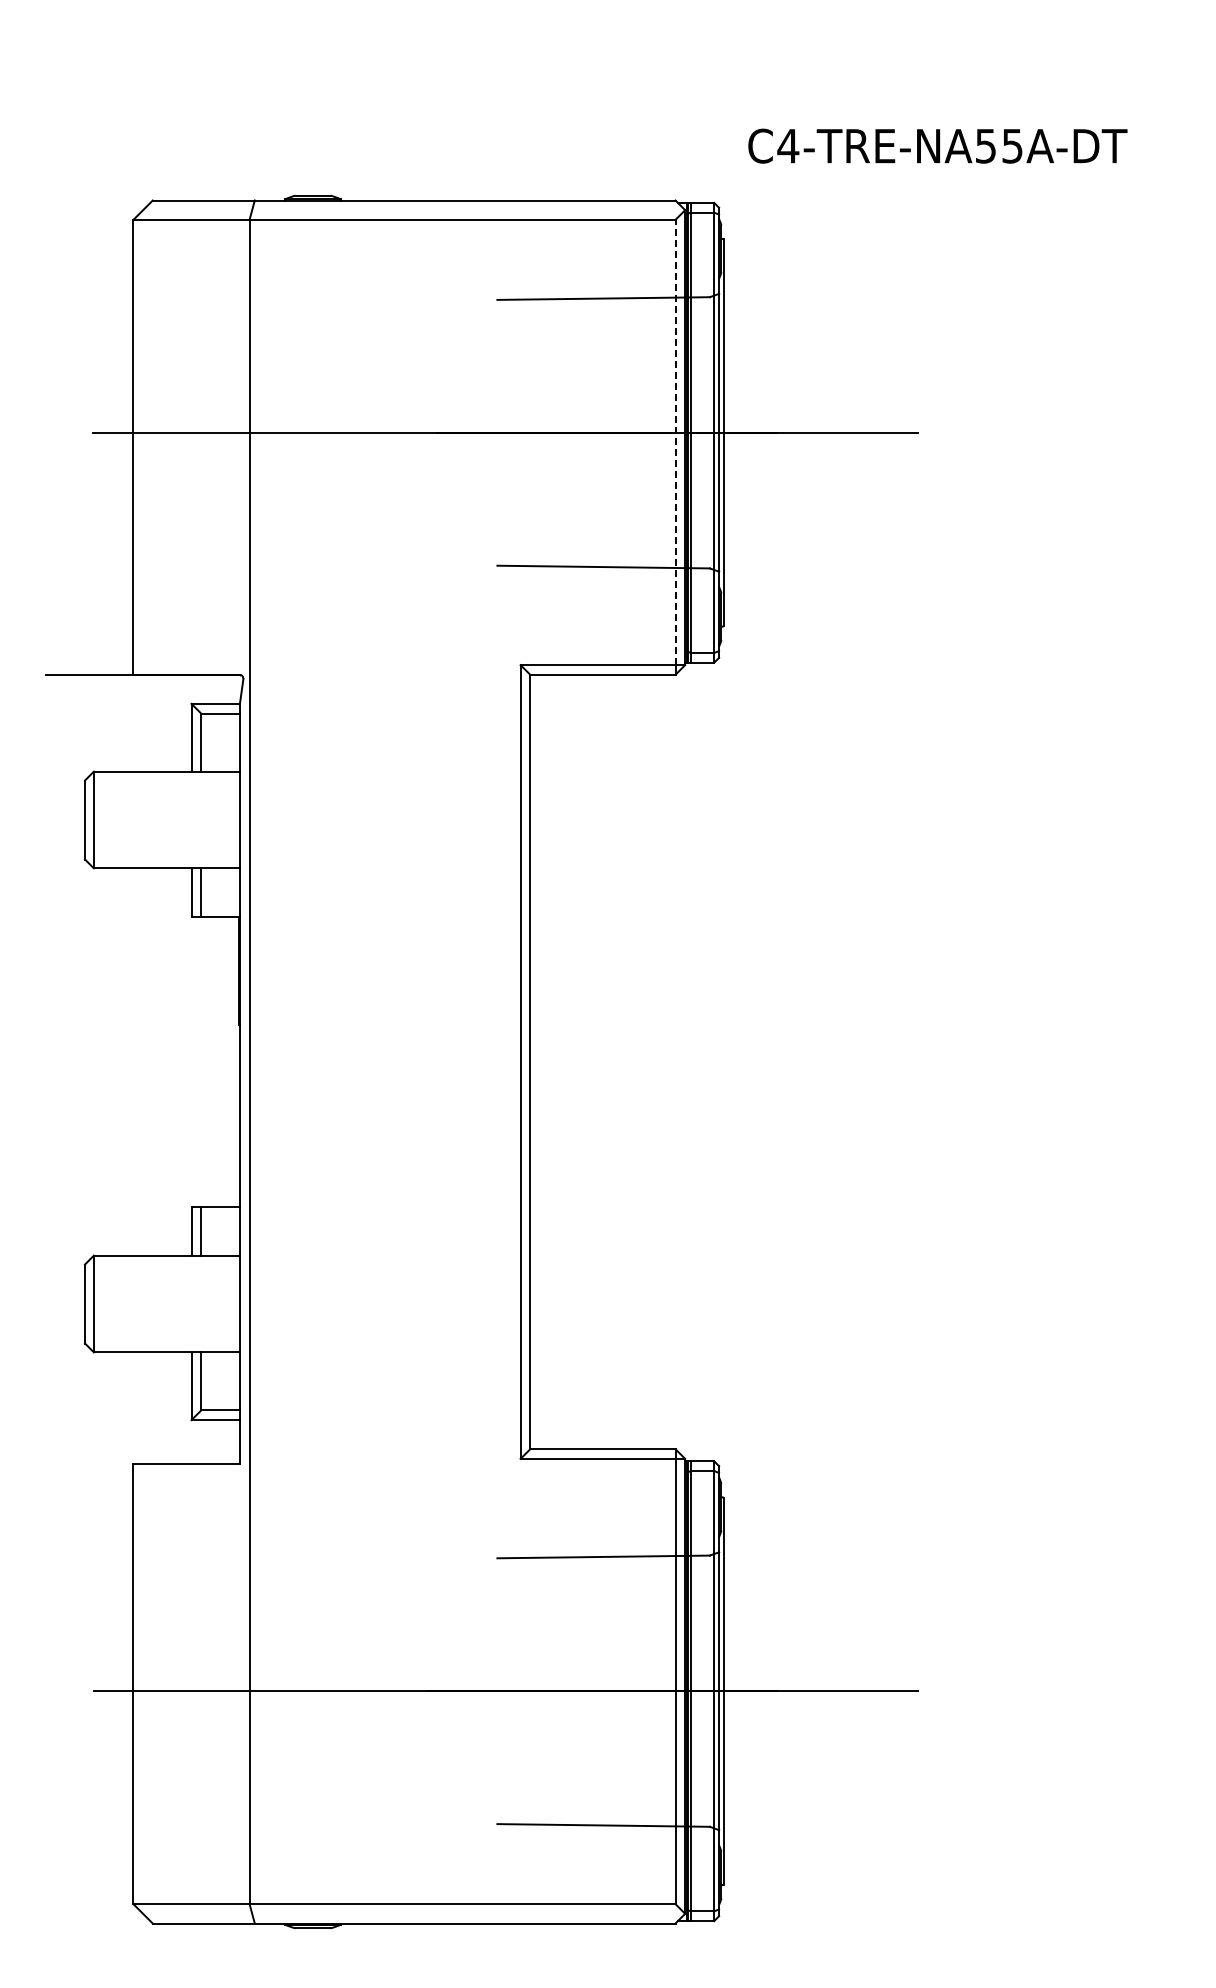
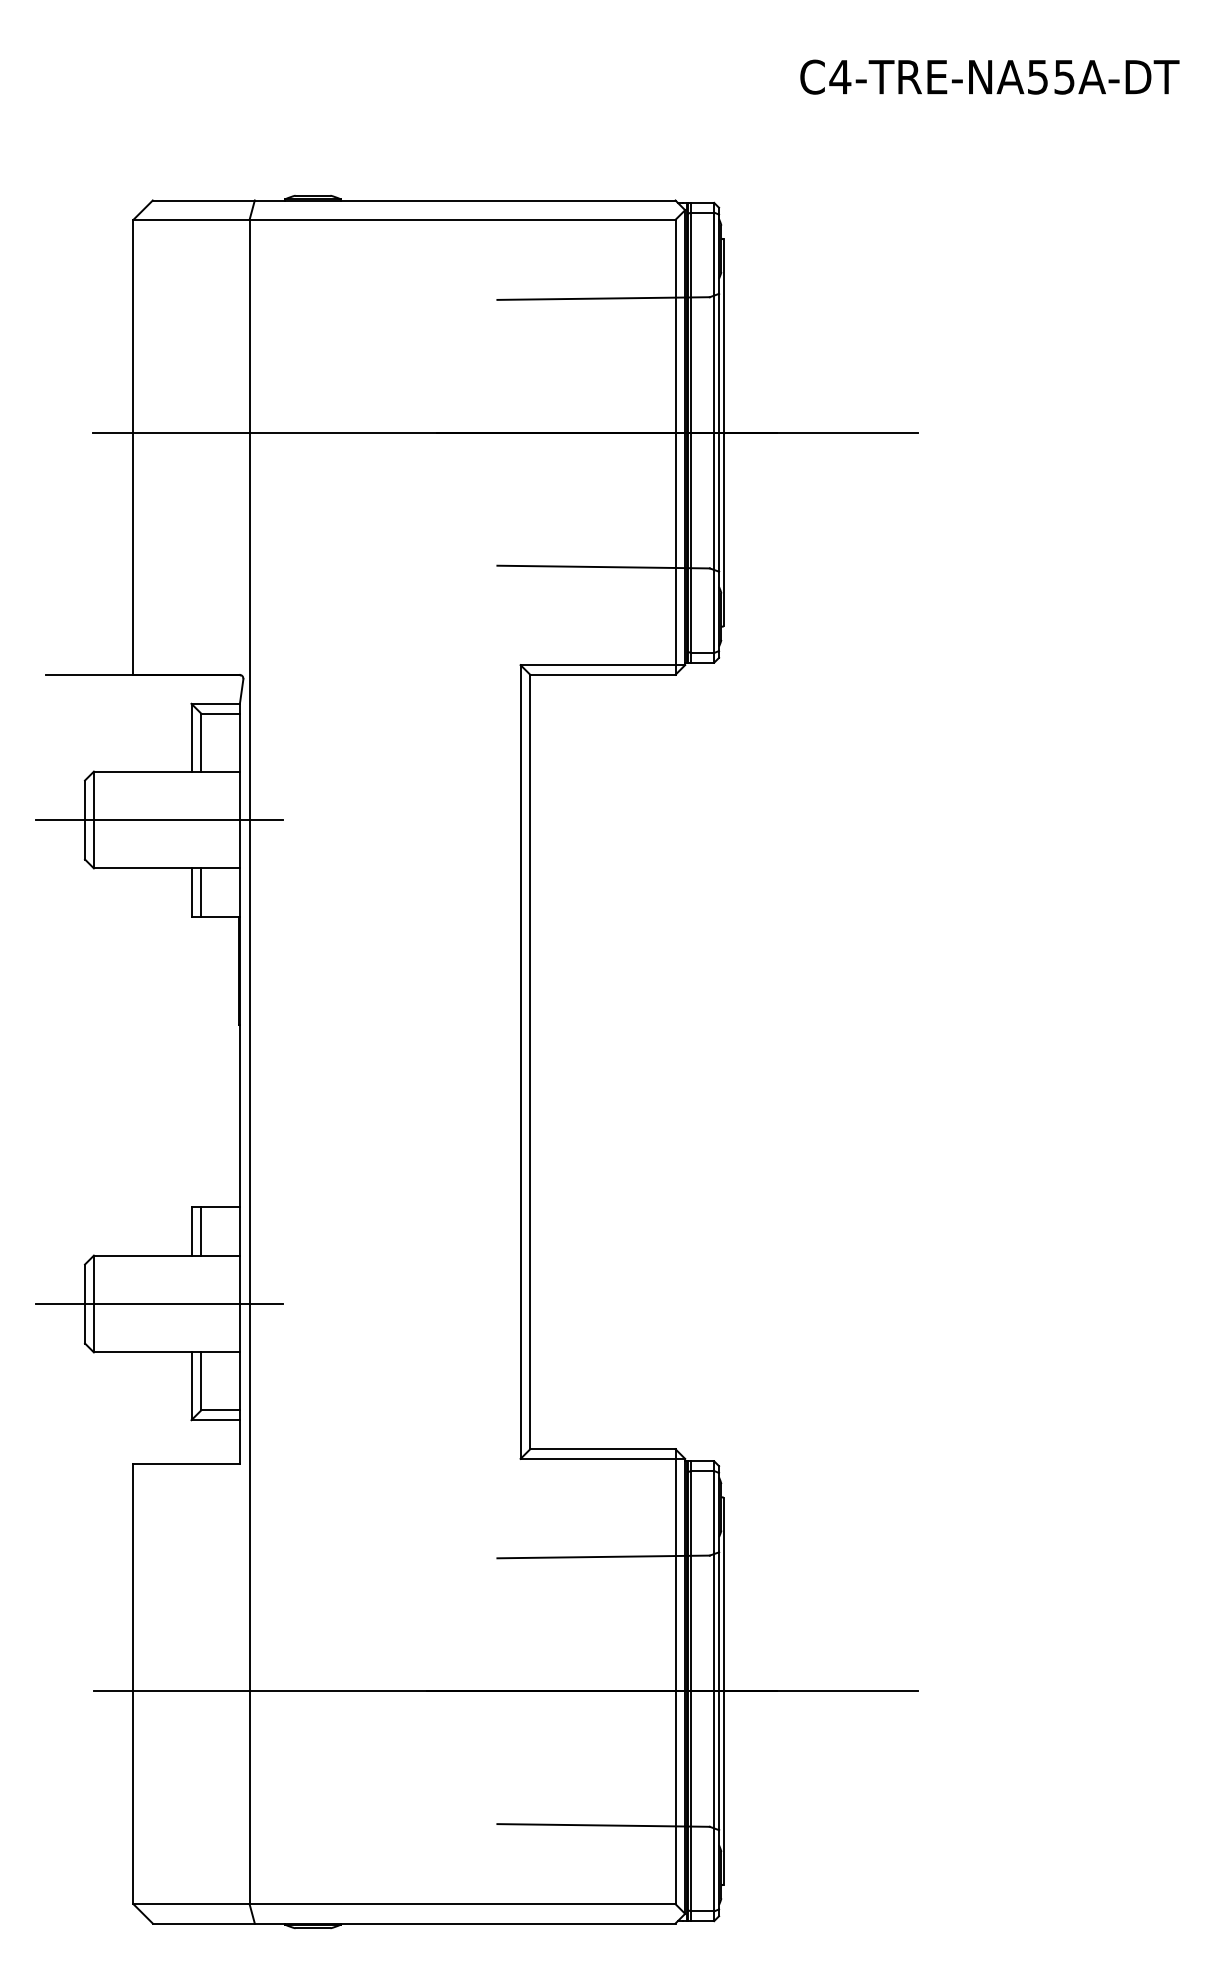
text at (937, 145) position: (937, 145) -> (989, 76)
line at (675, 442): dashed -> solid
line at (159, 820): none -> present
line at (159, 1304): none -> present
